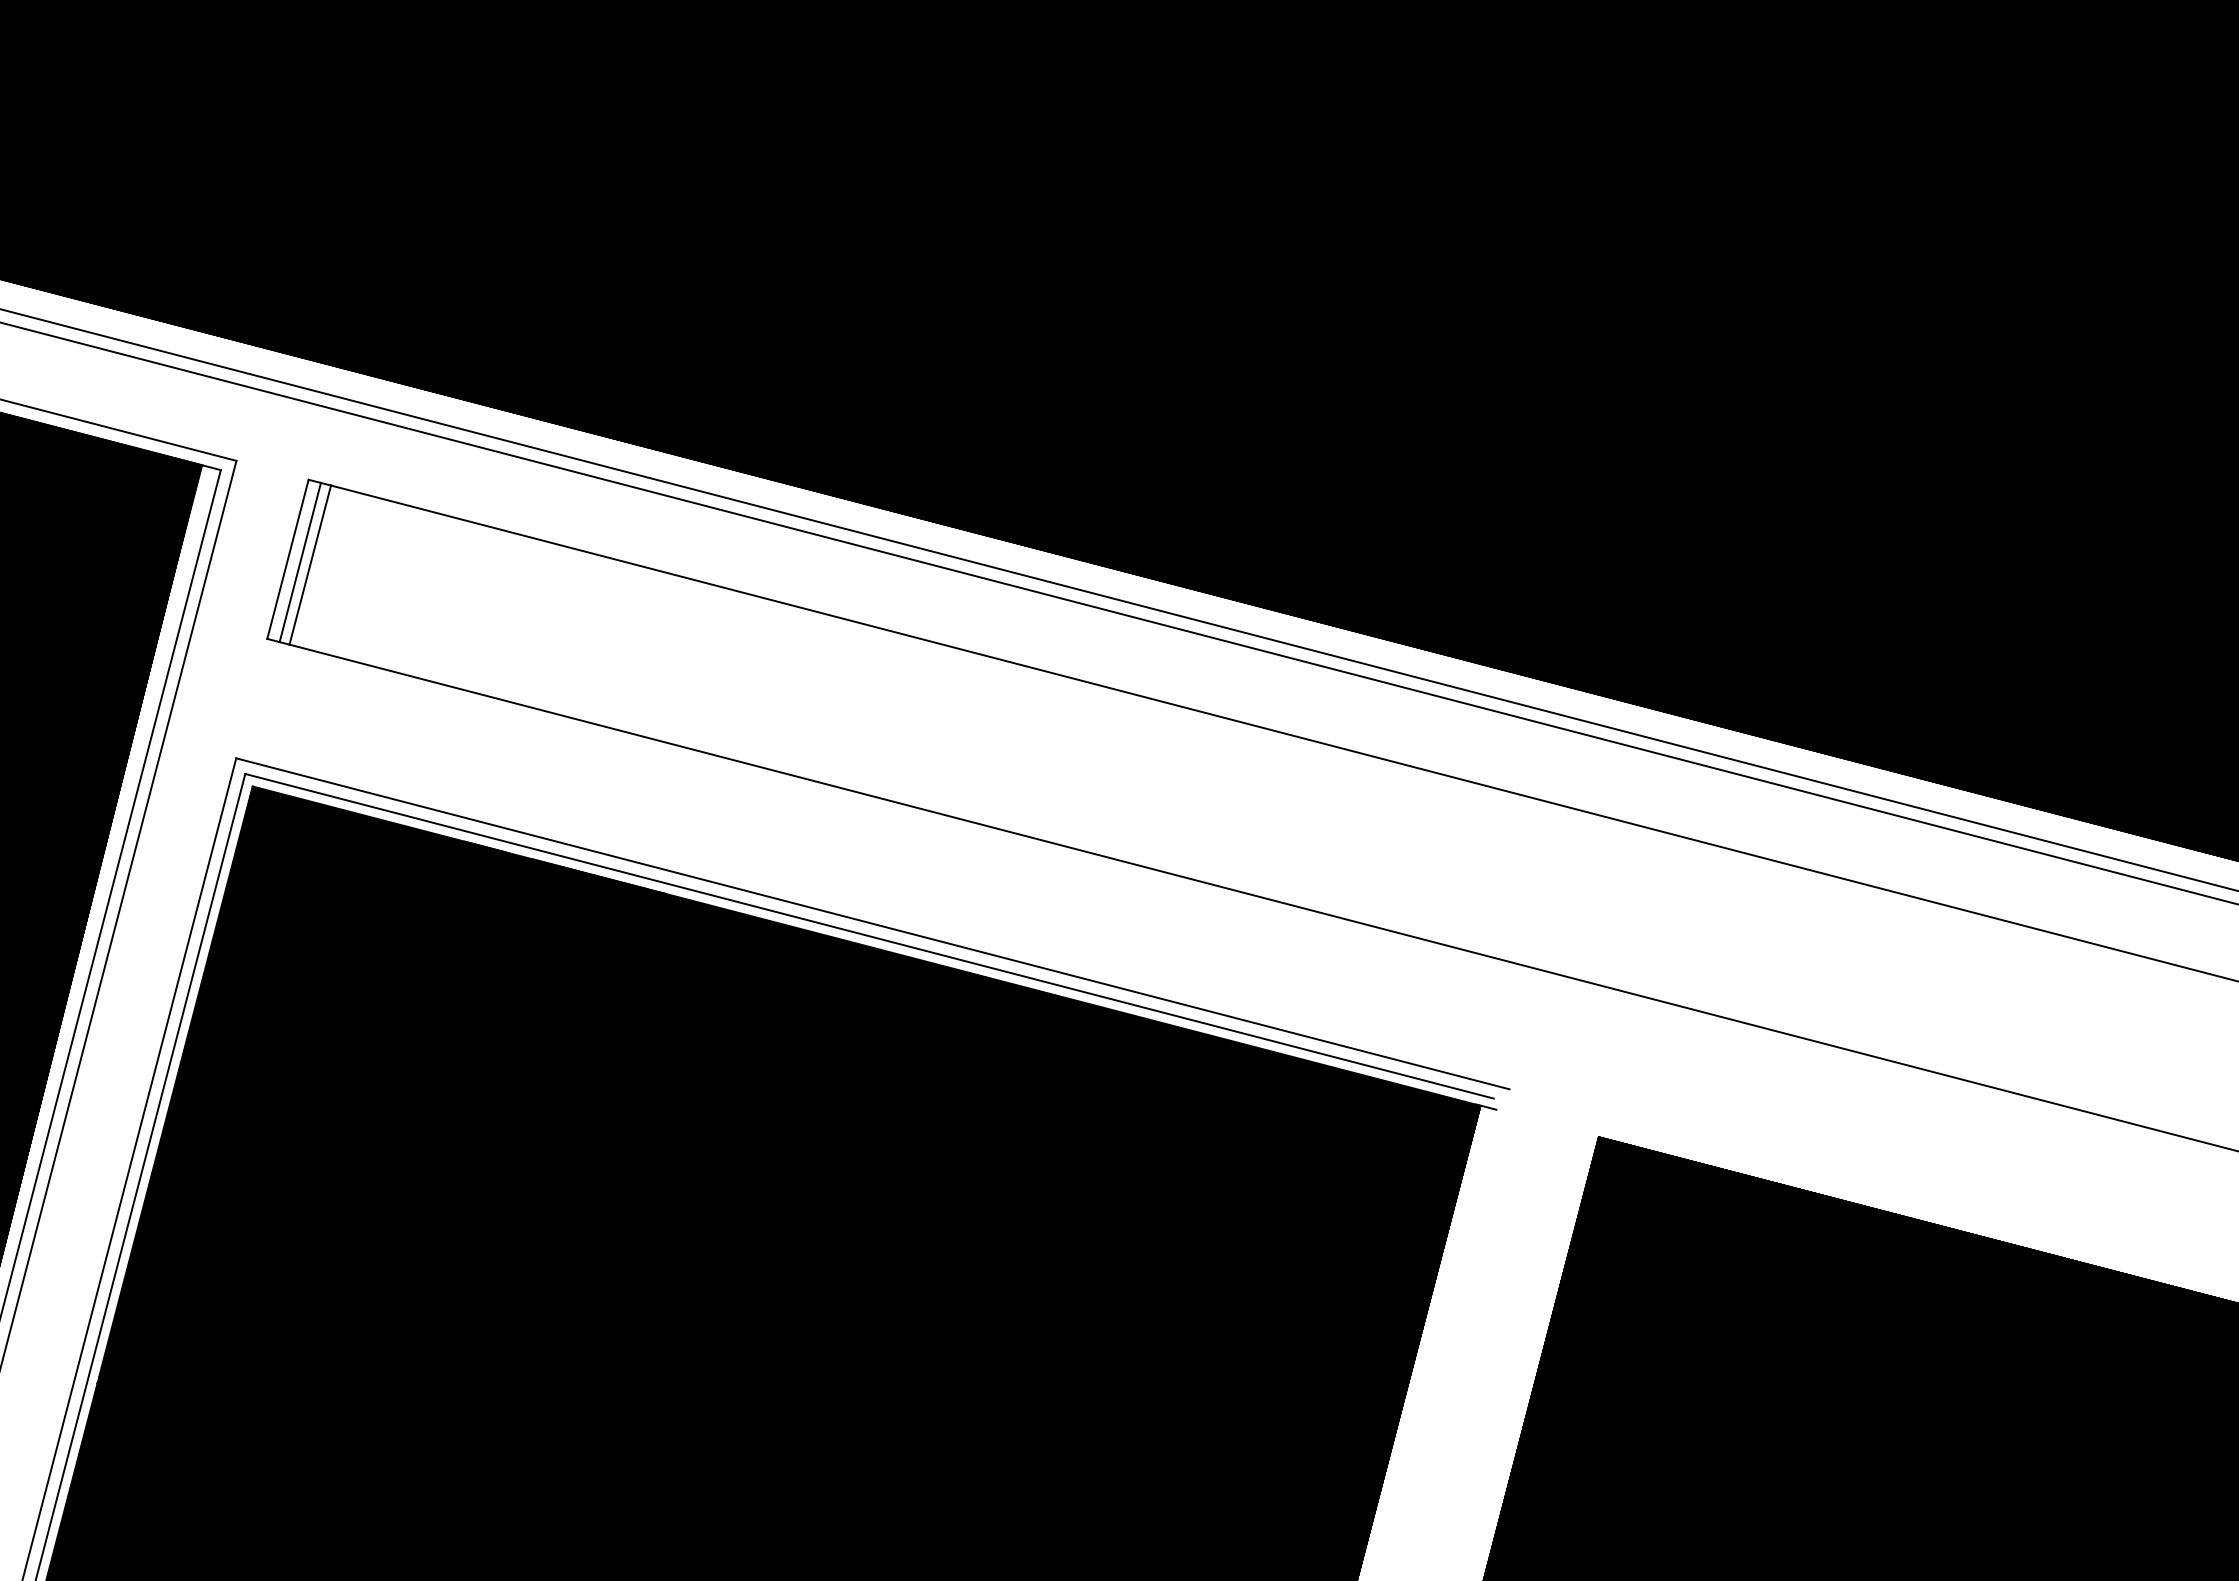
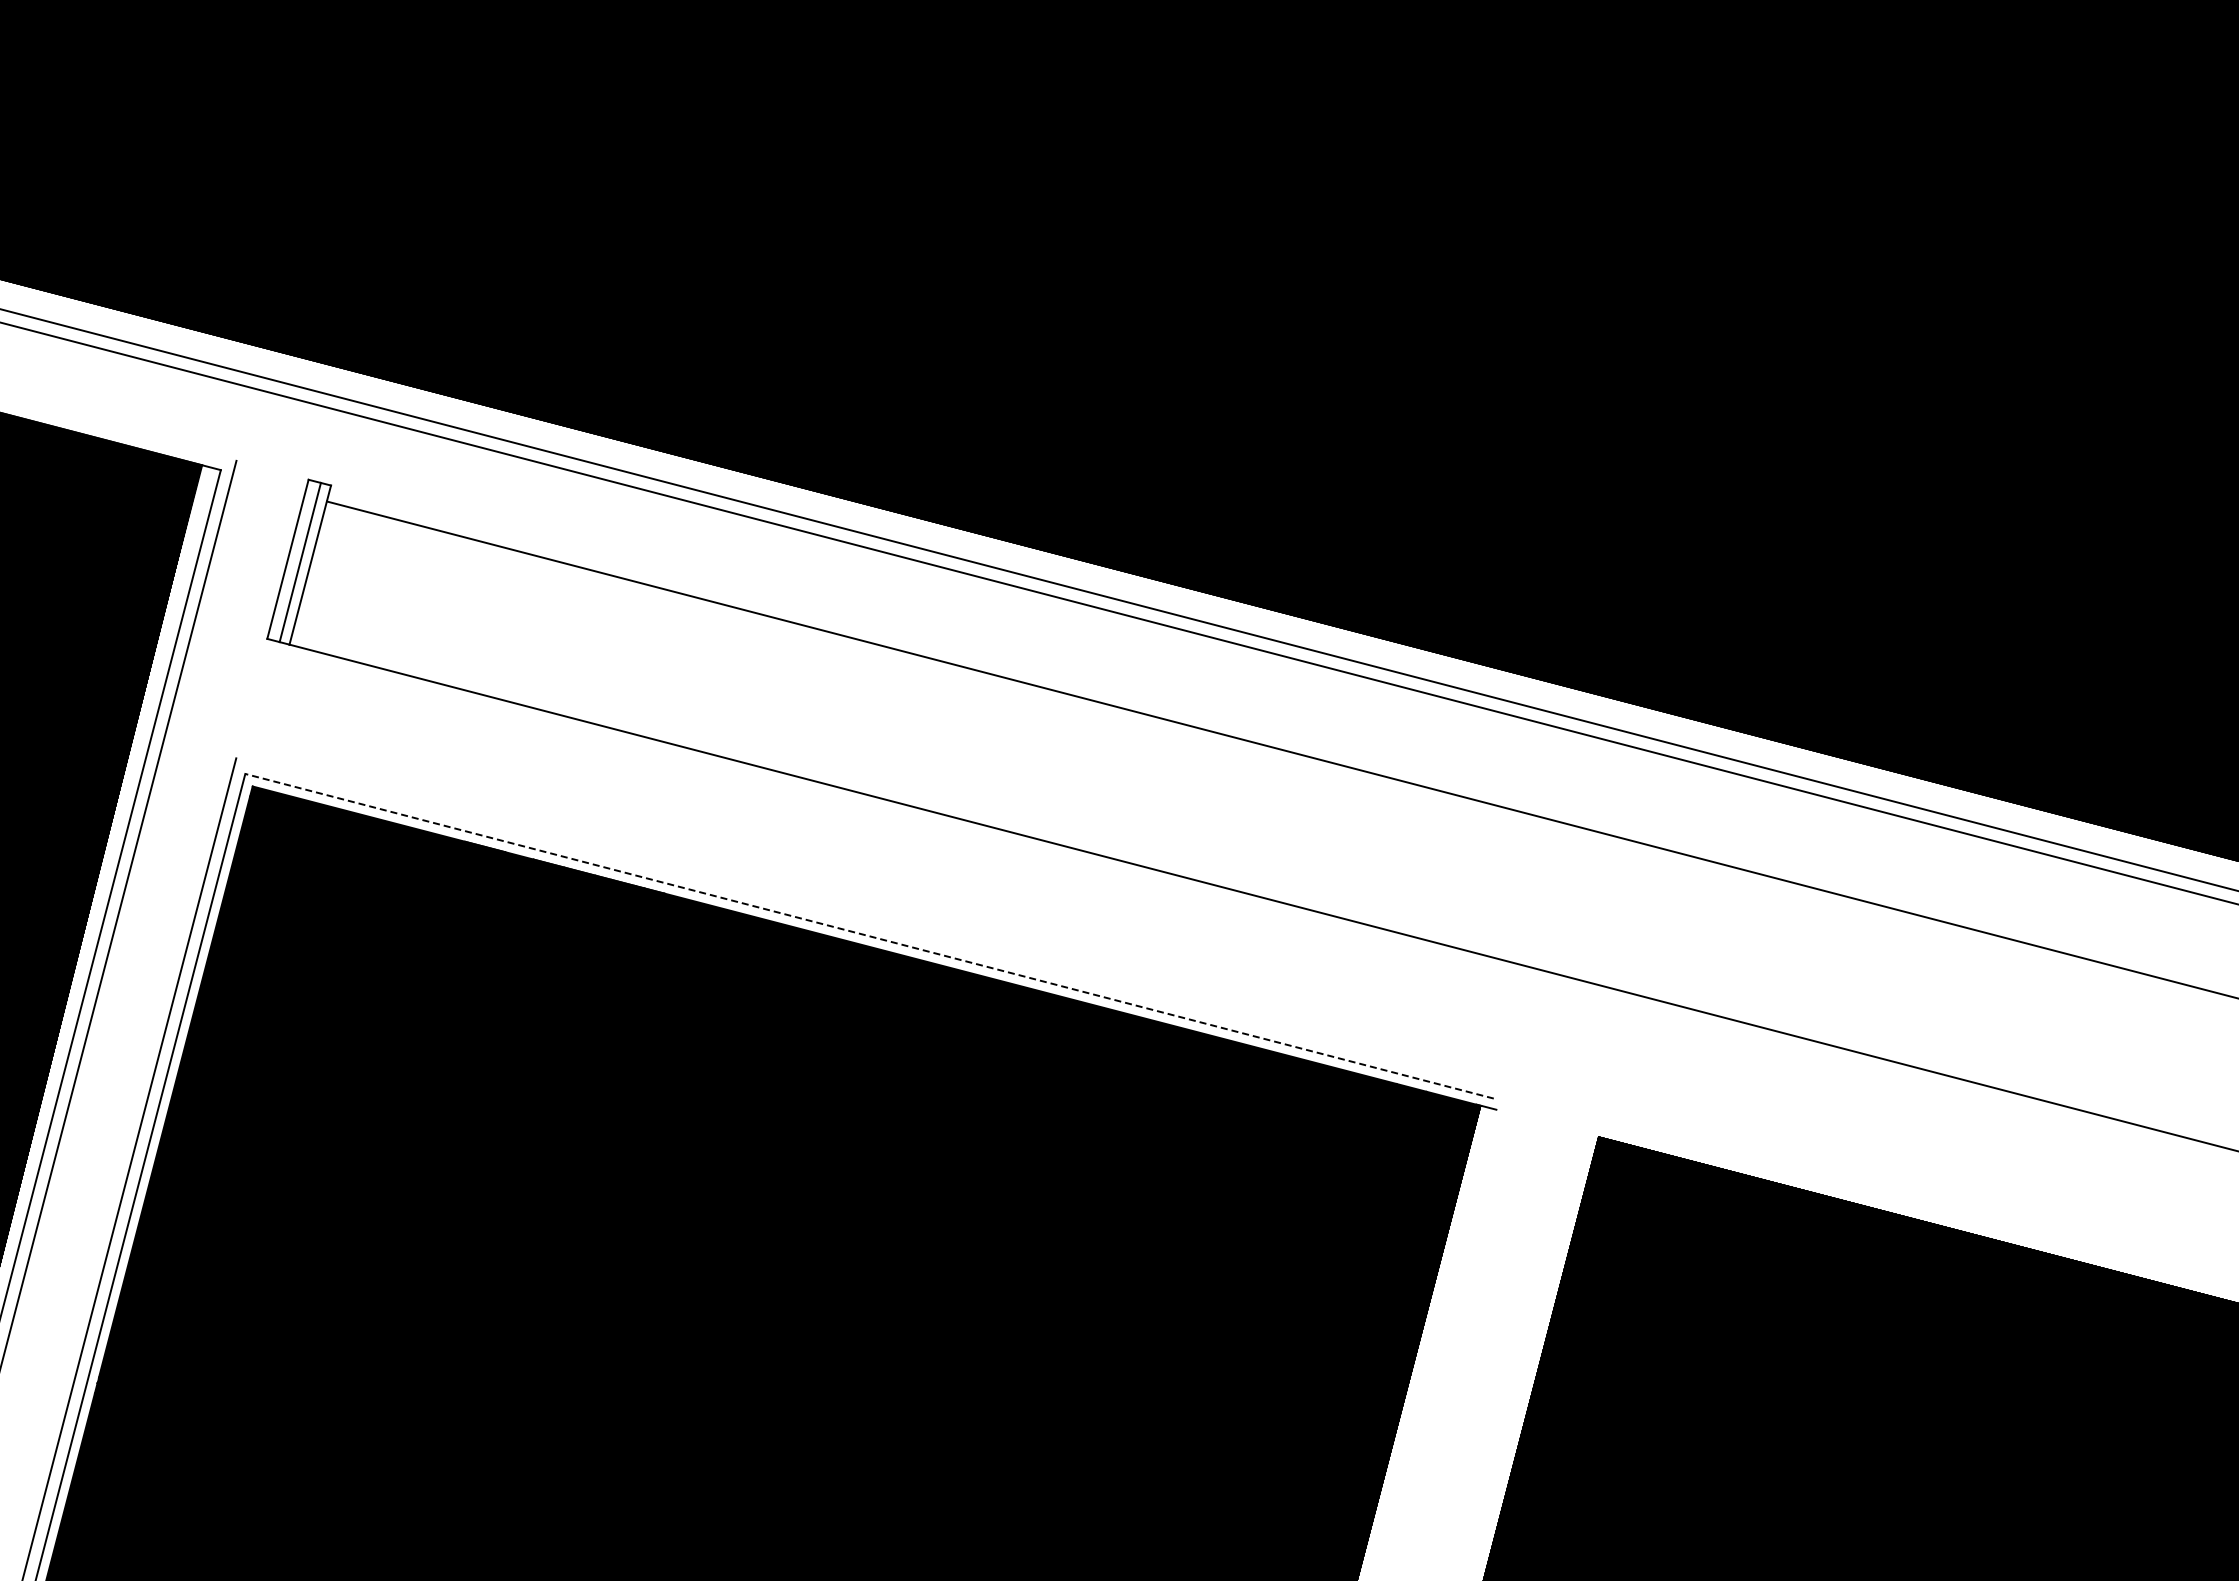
line at (119, 429): present -> none
line at (1283, 732) position: (1283, 732) -> (1281, 749)
line at (872, 923): present -> none
line at (869, 936): solid -> dashed
